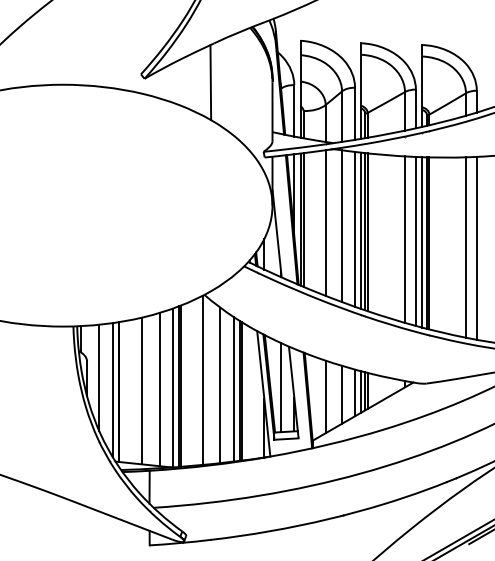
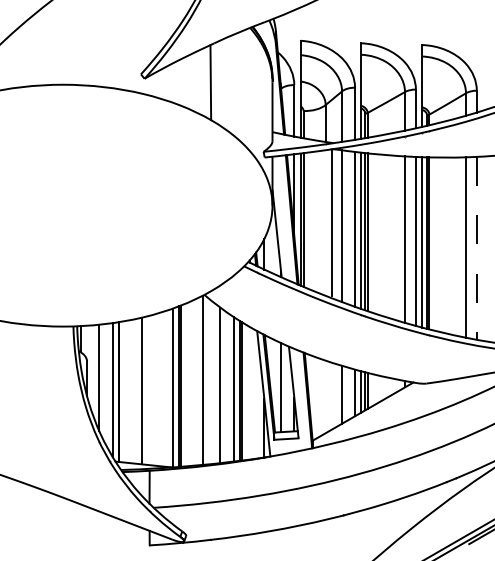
line at (325, 222) position: (325, 222) -> (331, 222)
line at (476, 248): solid -> dashed
line at (159, 389): present -> none
line at (325, 396): present -> none
